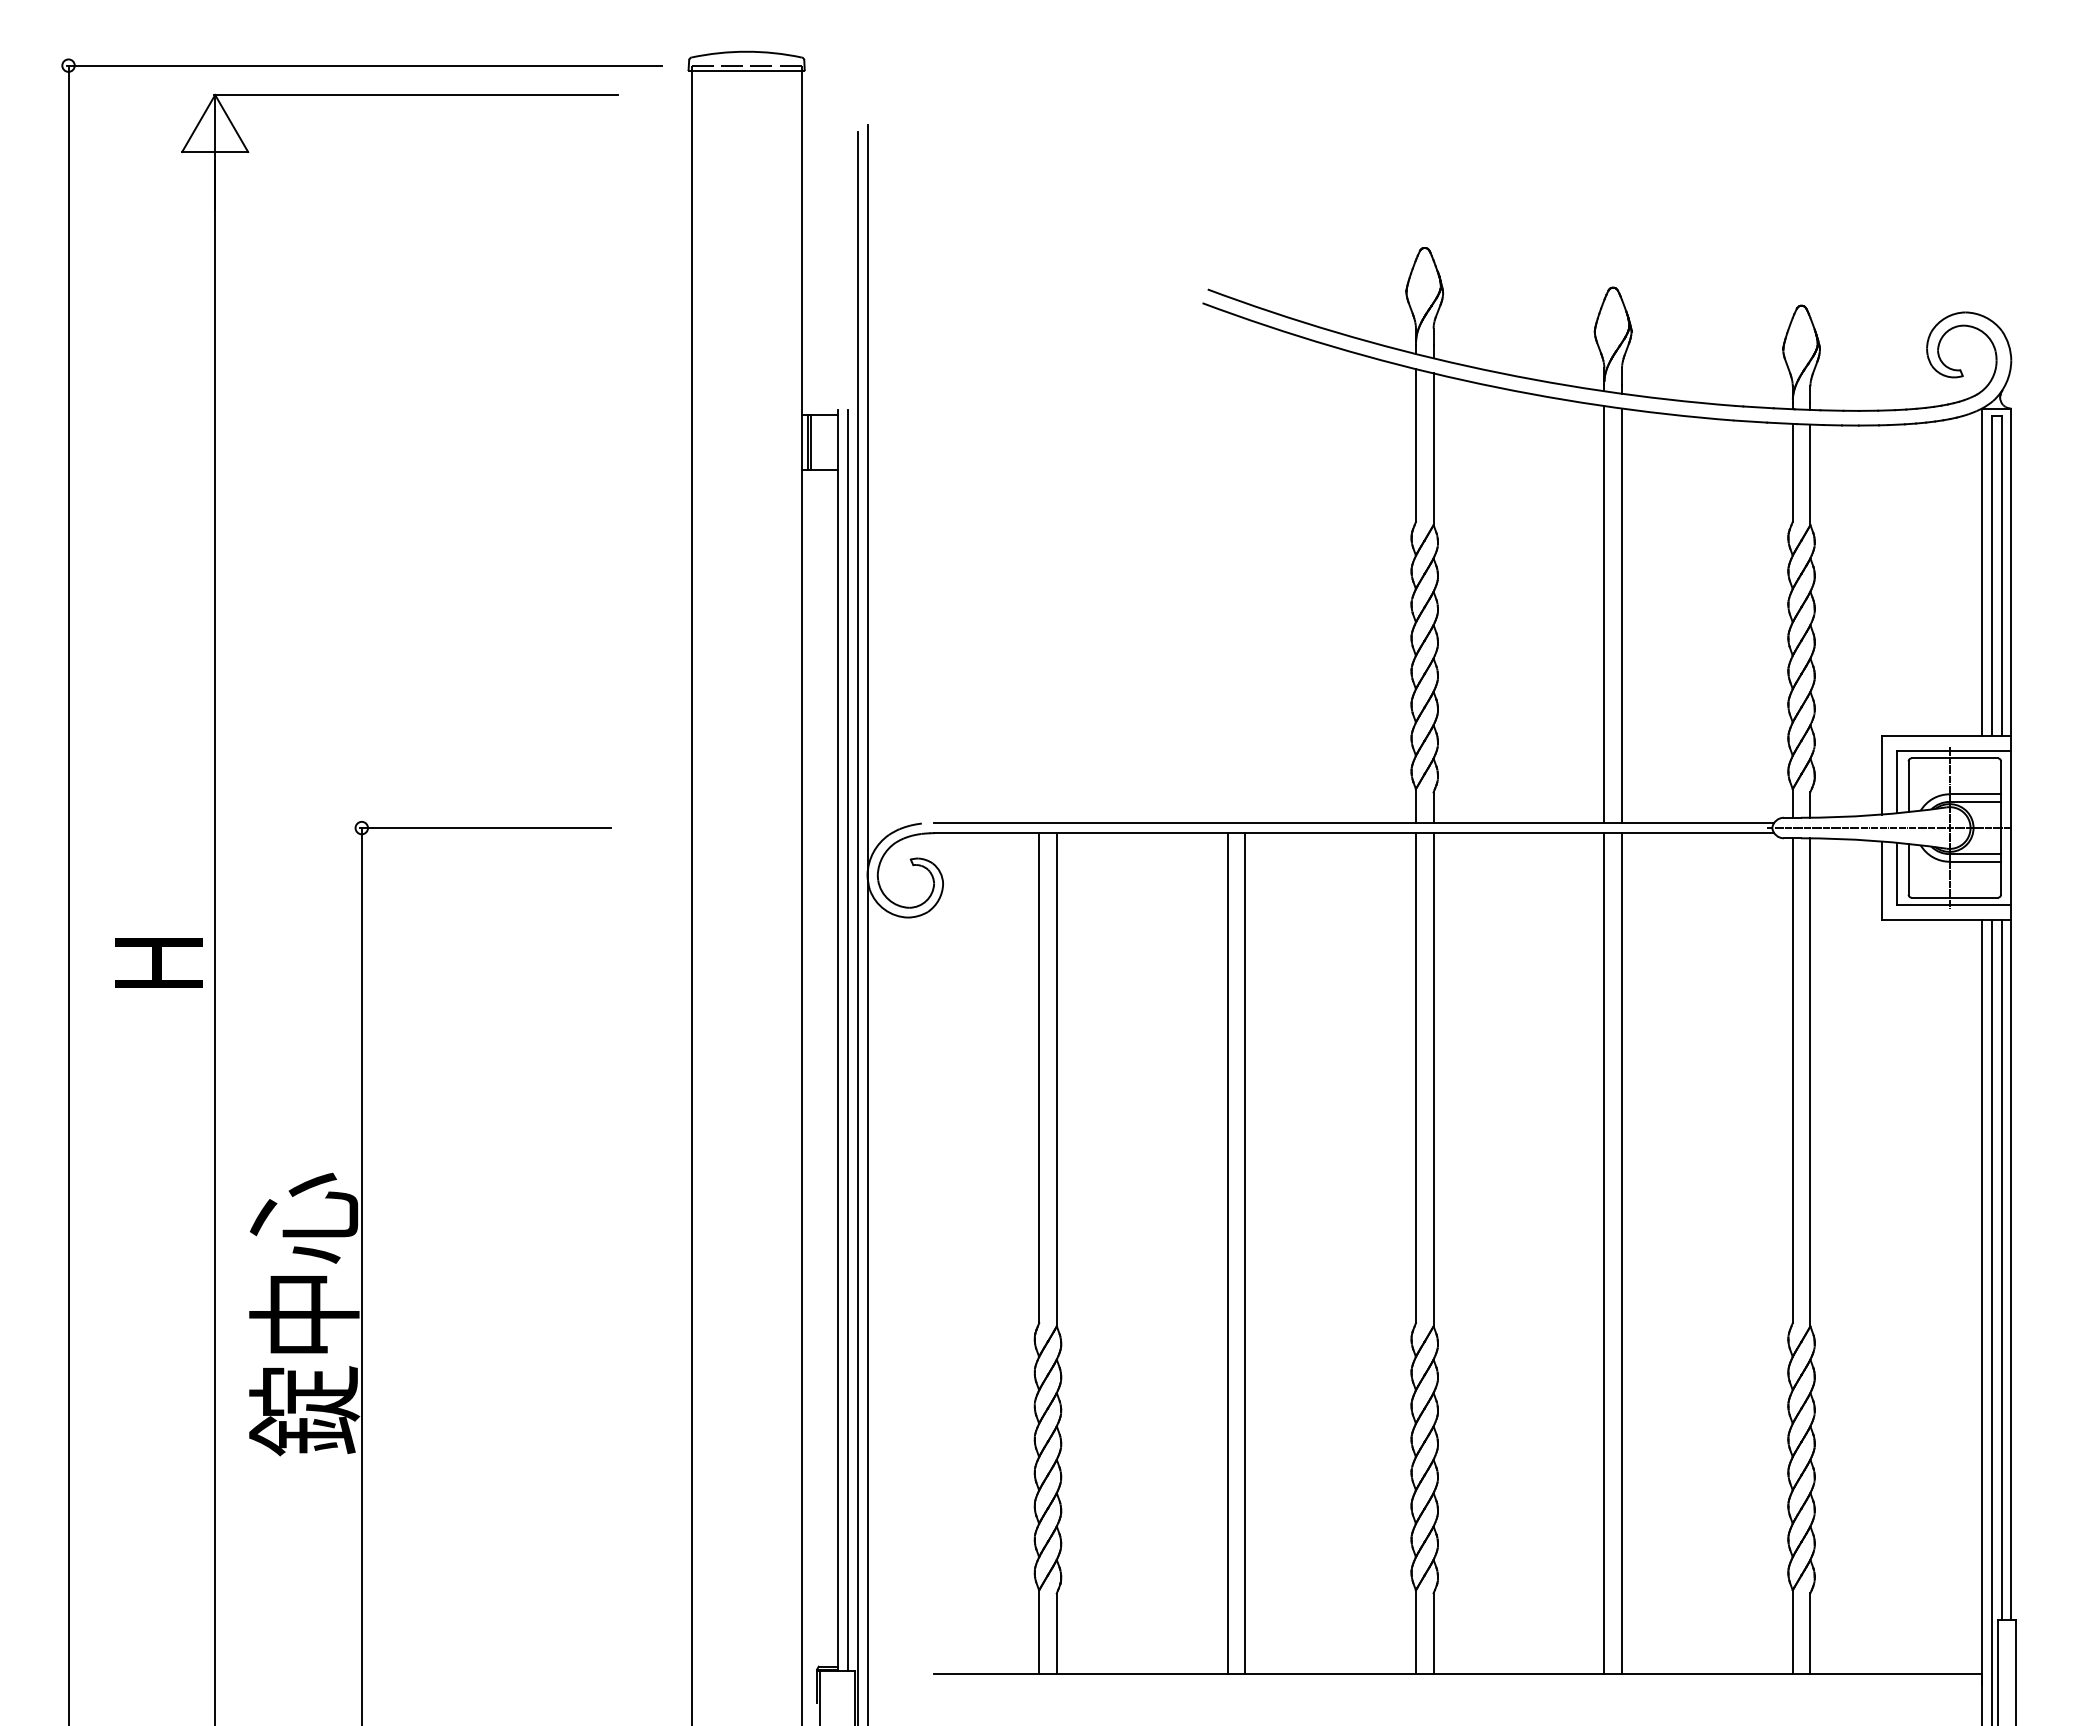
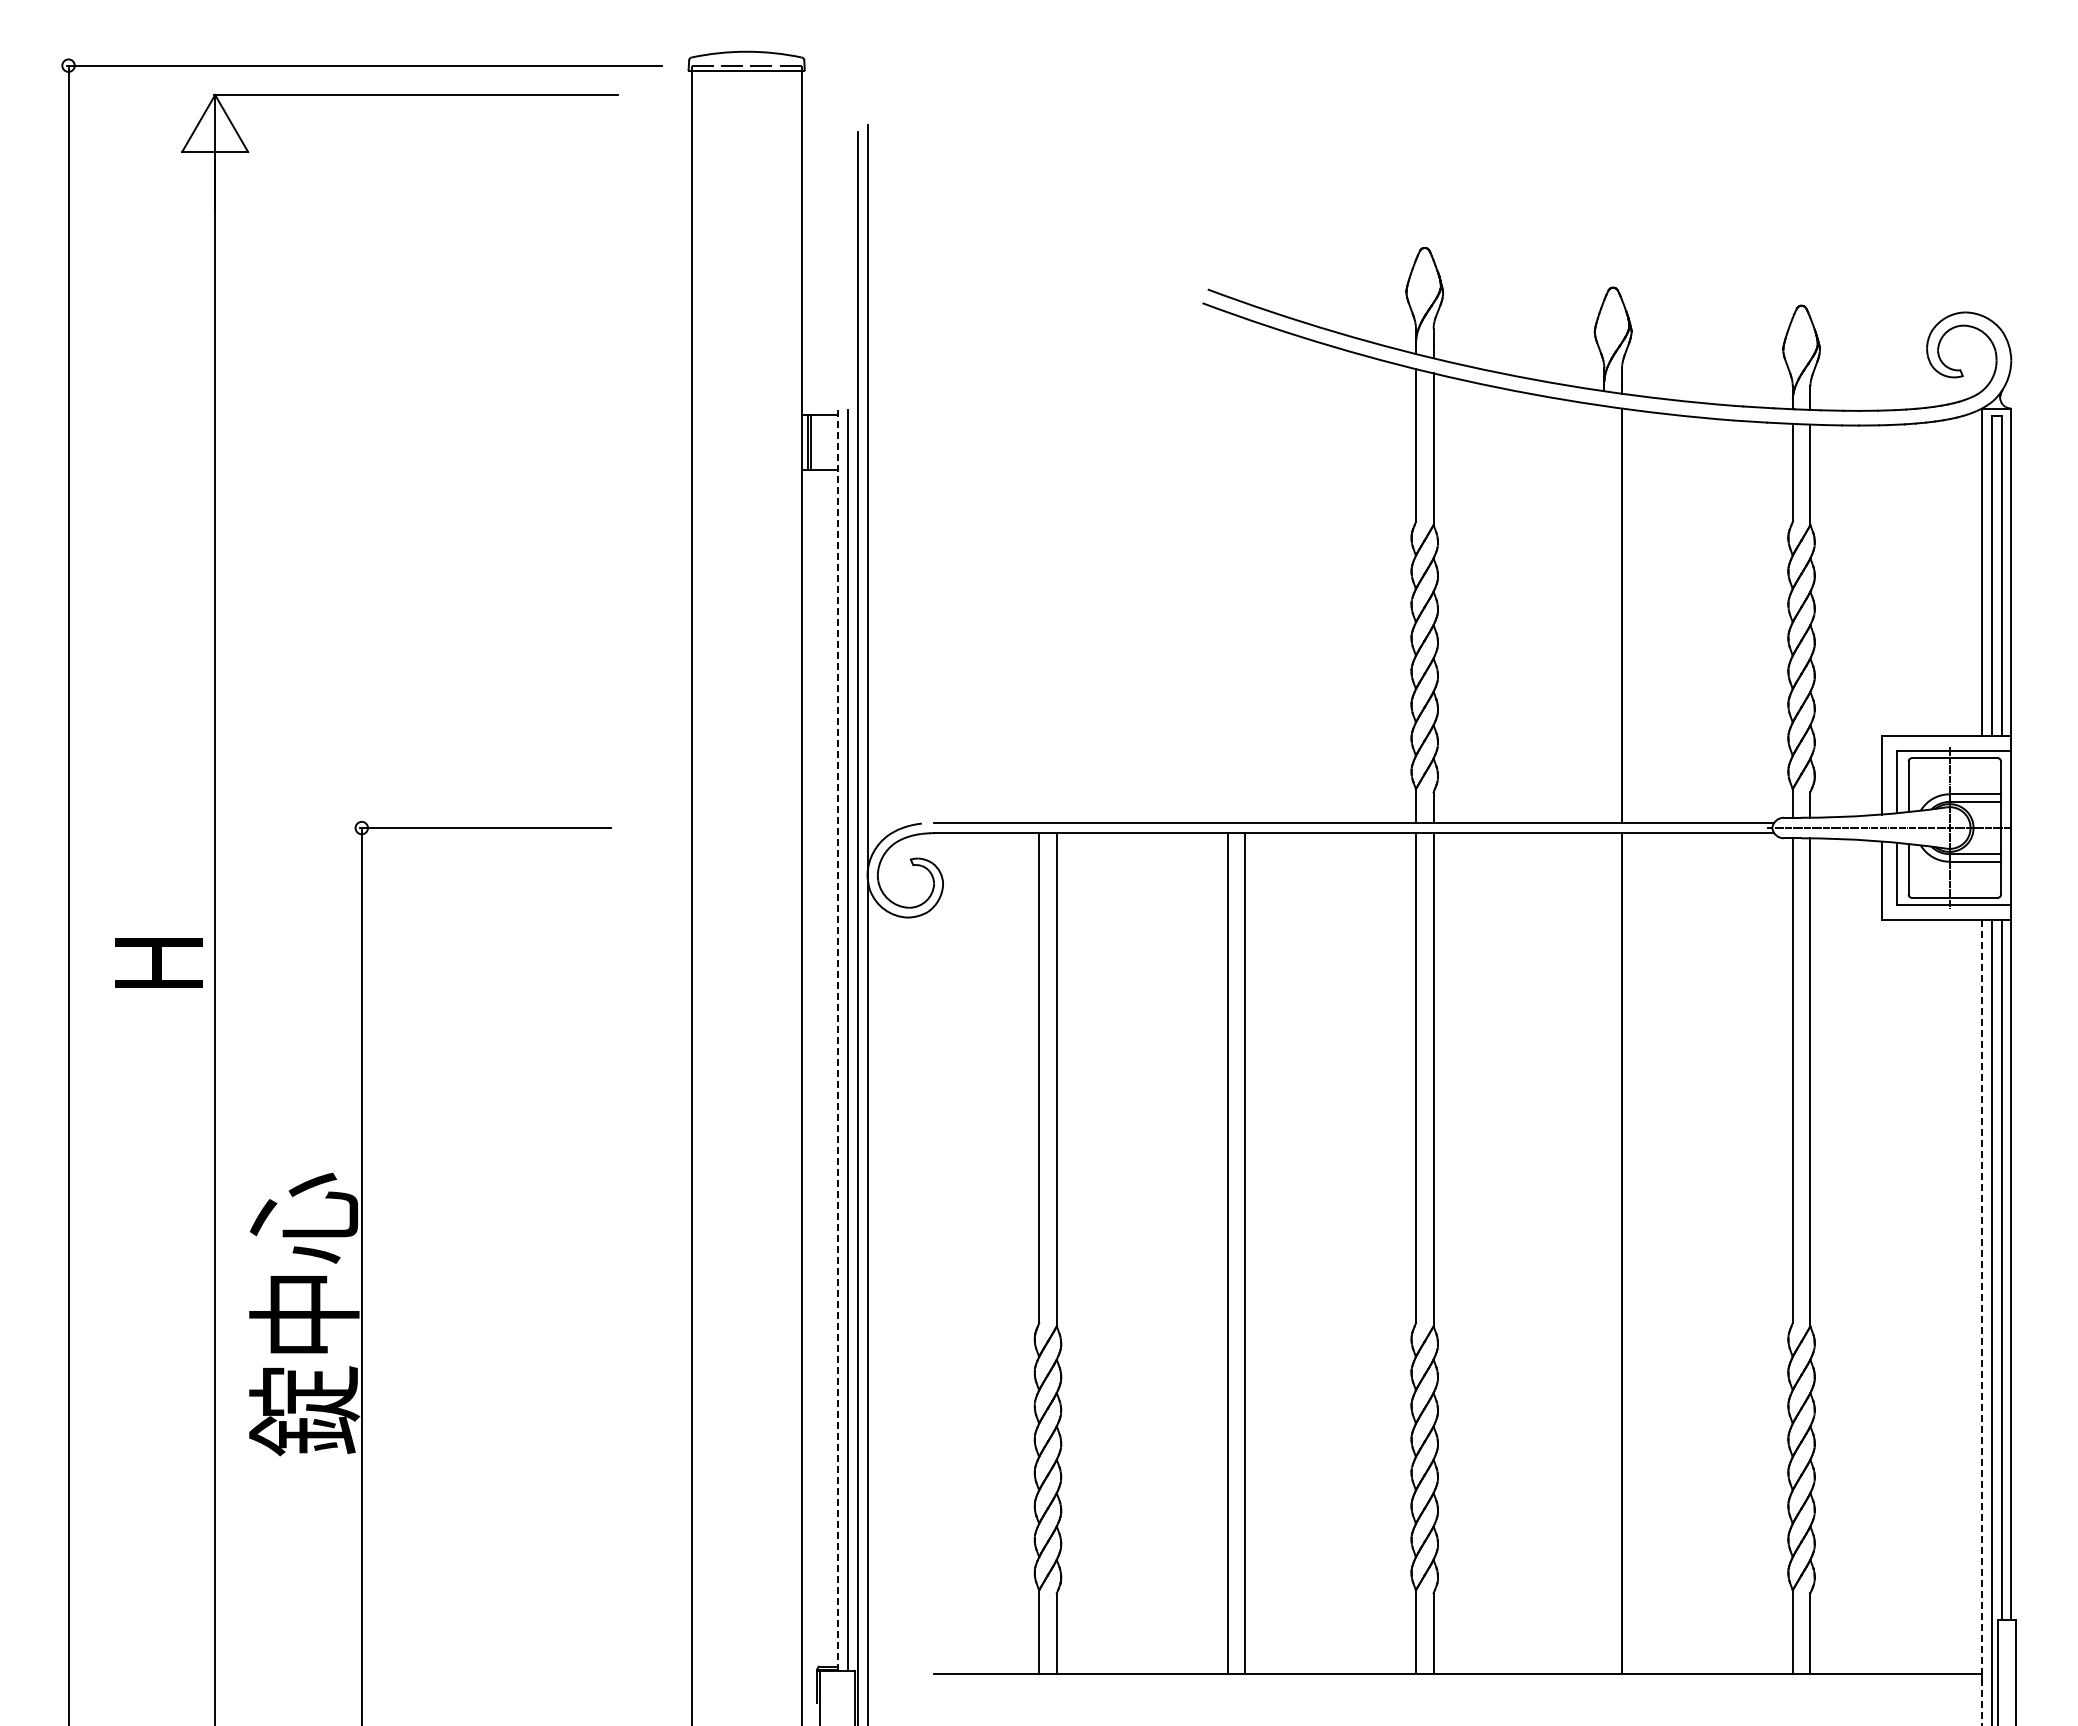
line at (1604, 614): present -> none
line at (838, 1041): solid -> dashed
line at (1604, 1253): present -> none
line at (1981, 1322): solid -> dashed
